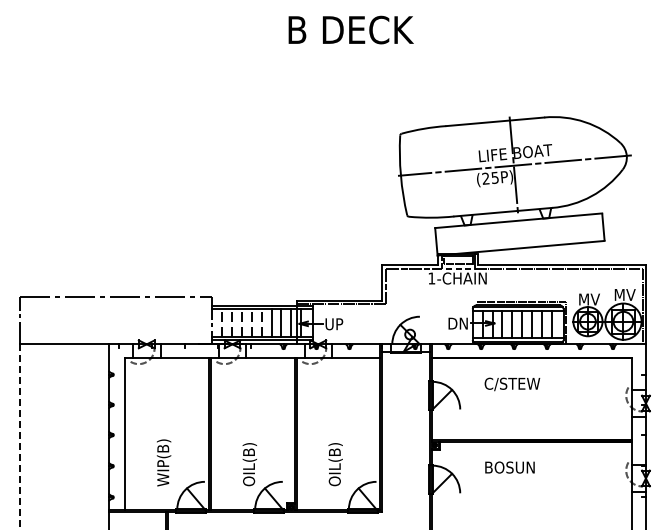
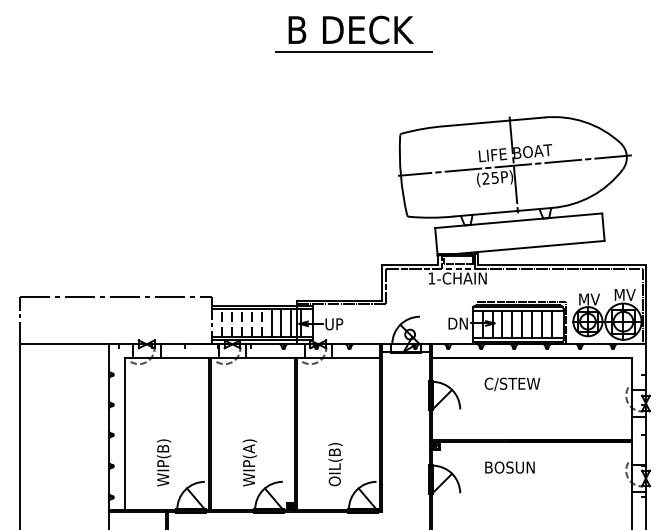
line at (353, 51): none -> present
line at (20, 437): dashed -> solid
text at (249, 462): OIL(B) -> WIP(A)
